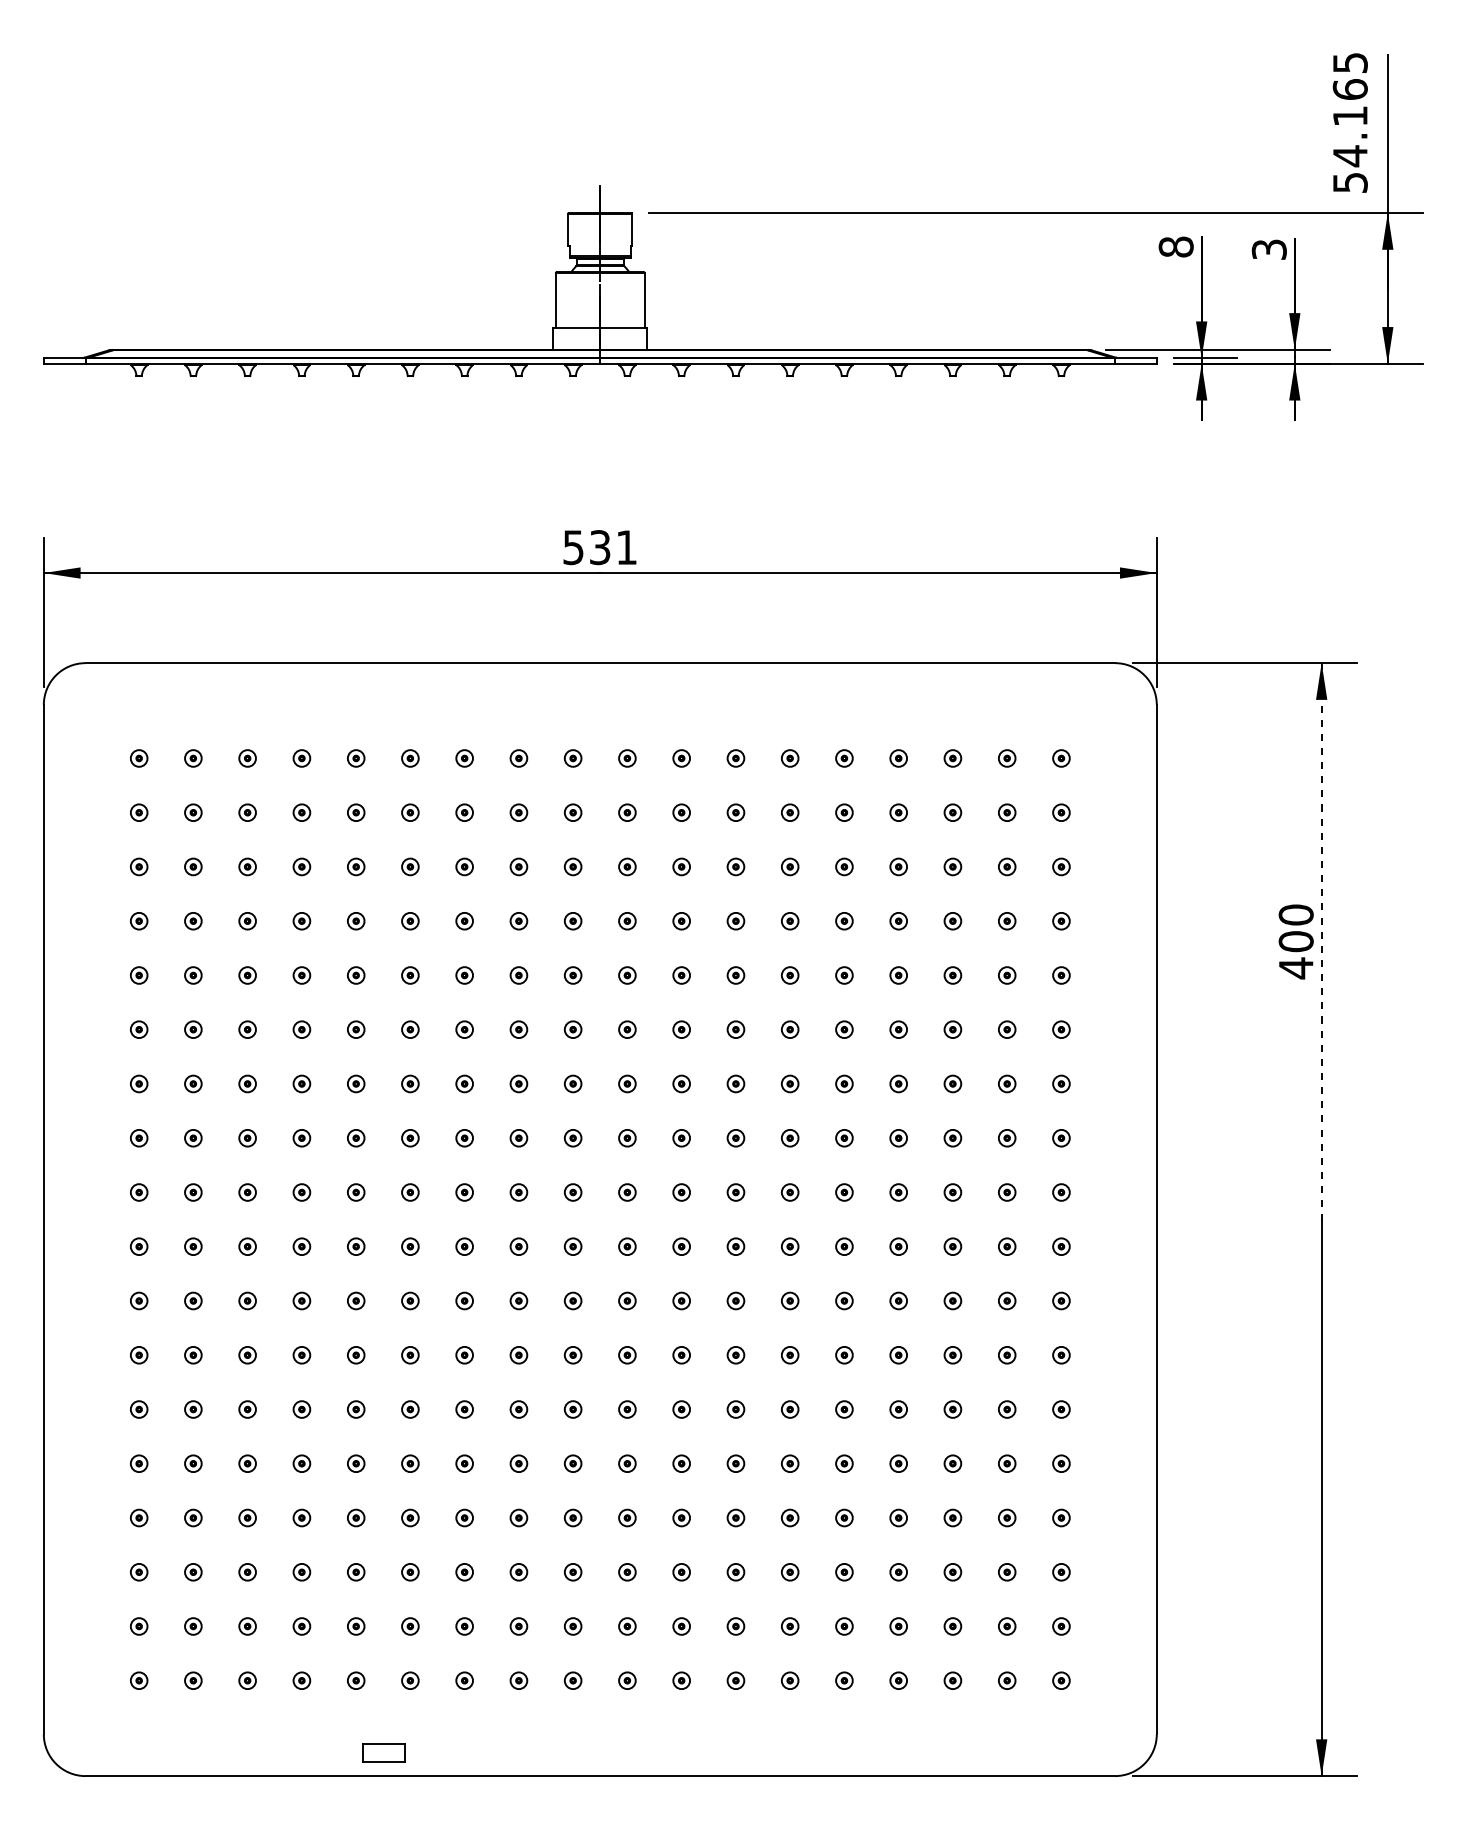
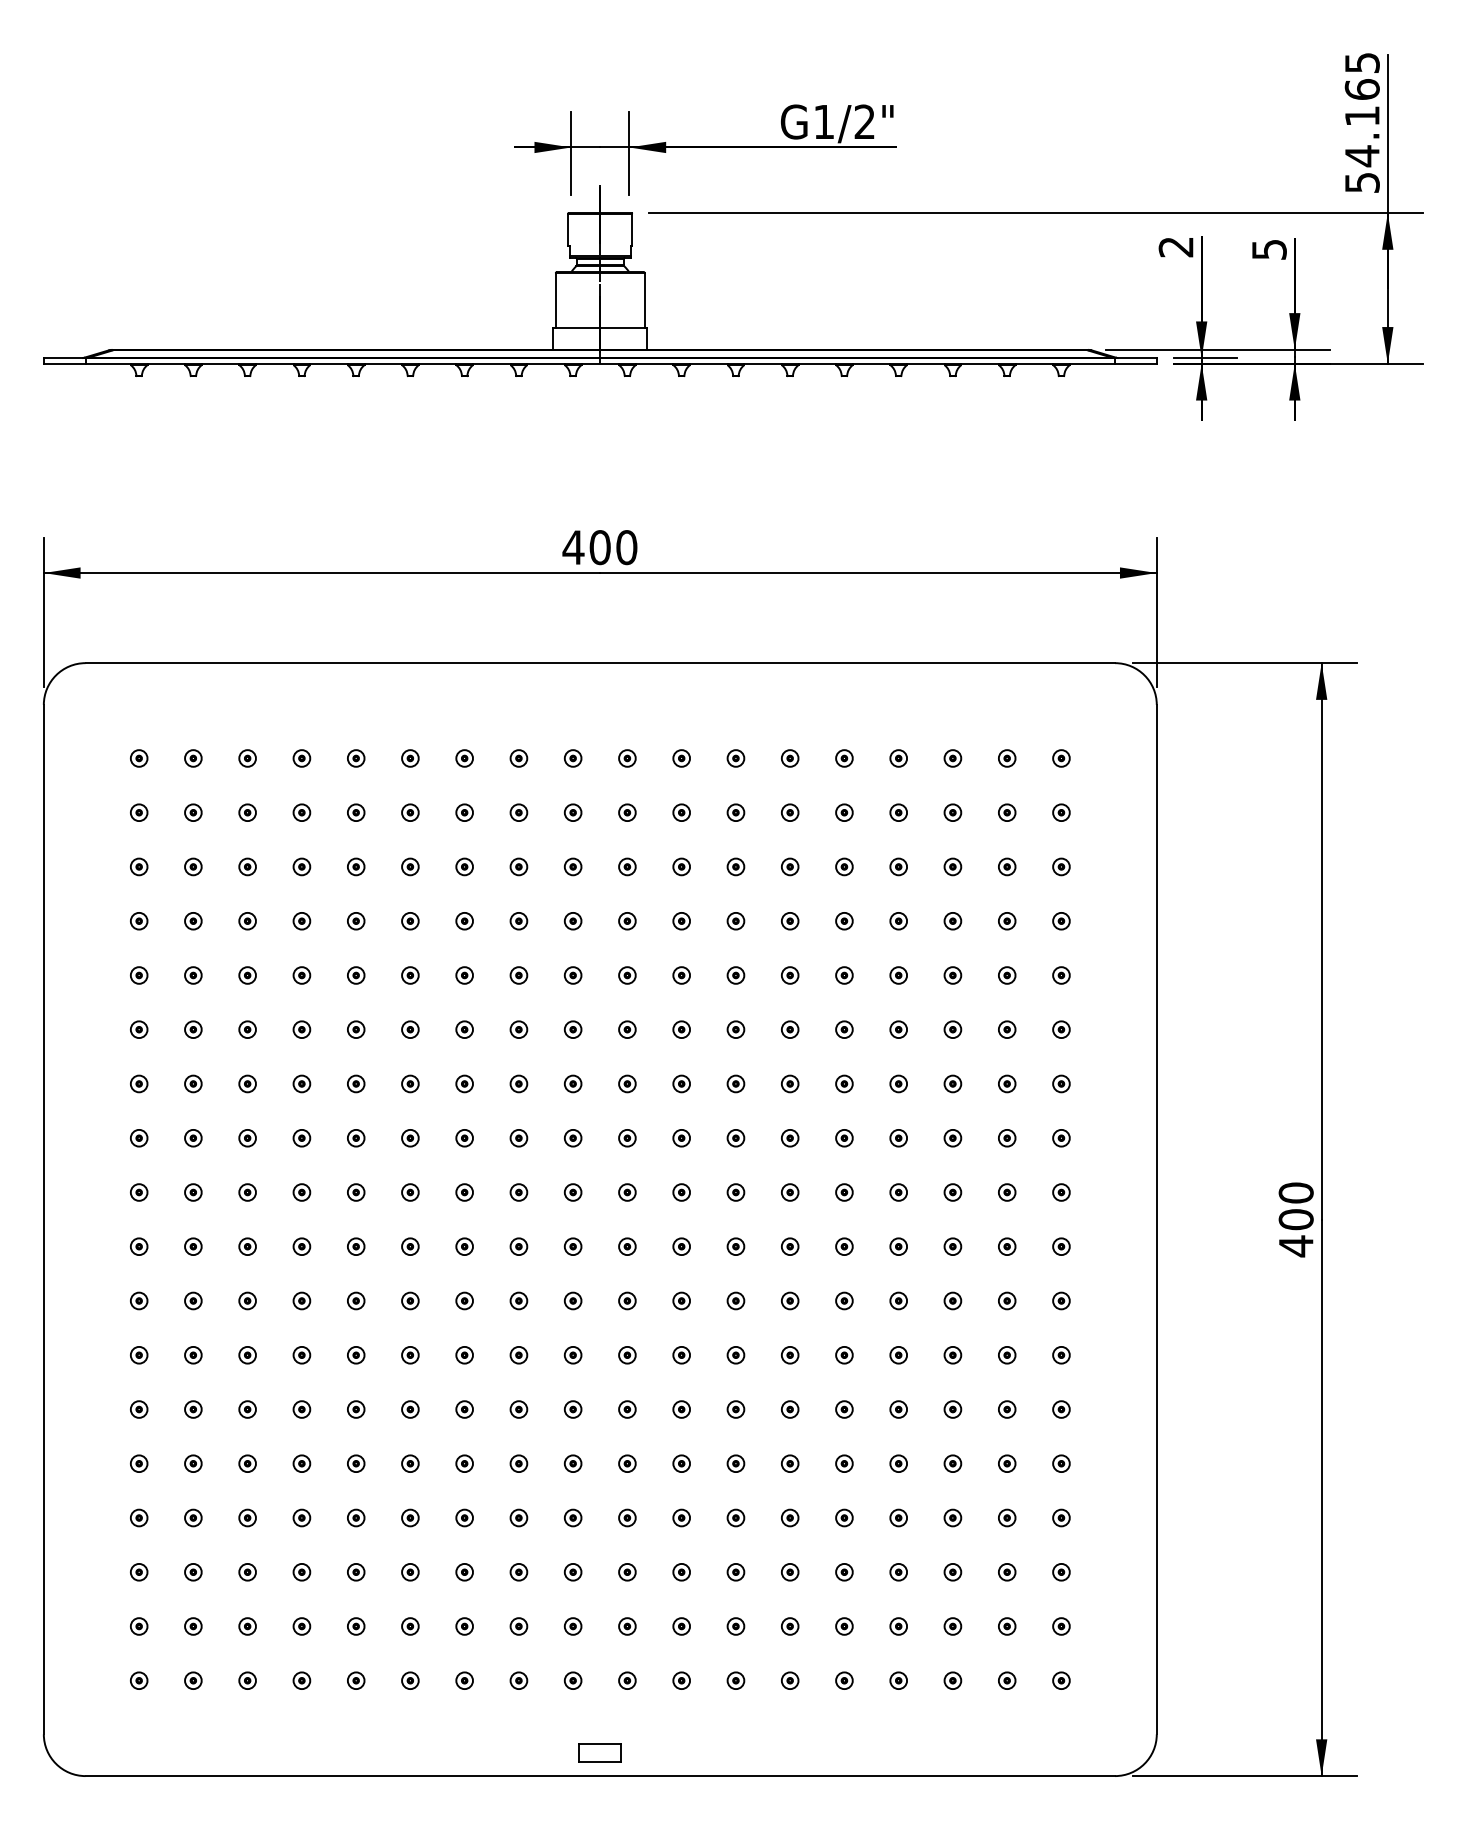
text at (1349, 122) position: (1349, 122) -> (1361, 122)
part at (705, 149): none -> present
text at (1175, 246): 8 -> 2
text at (1268, 249): 3 -> 5
text at (599, 547): 531 -> 400
text at (1295, 941) position: (1295, 941) -> (1295, 1219)
line at (1321, 941): dashed -> solid
part at (383, 1752) position: (383, 1752) -> (599, 1752)
